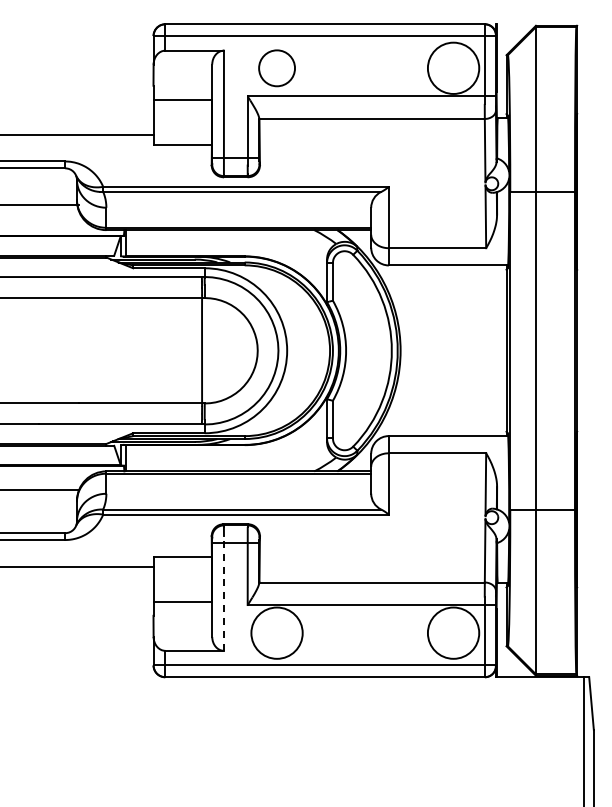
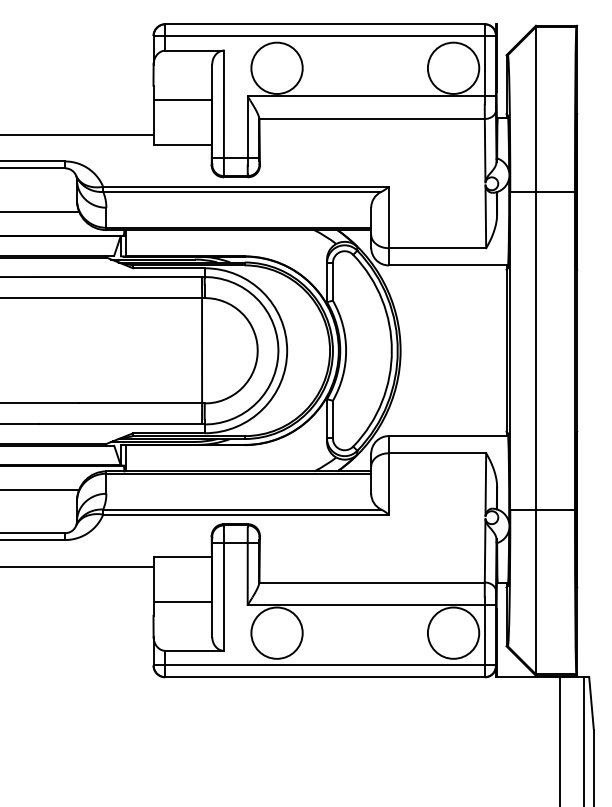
circle at (277, 68) diameter: 36 px -> 51 px
line at (40, 205) position: (40, 205) -> (40, 212)
line at (223, 592): dashed -> solid
line at (560, 740): none -> present
